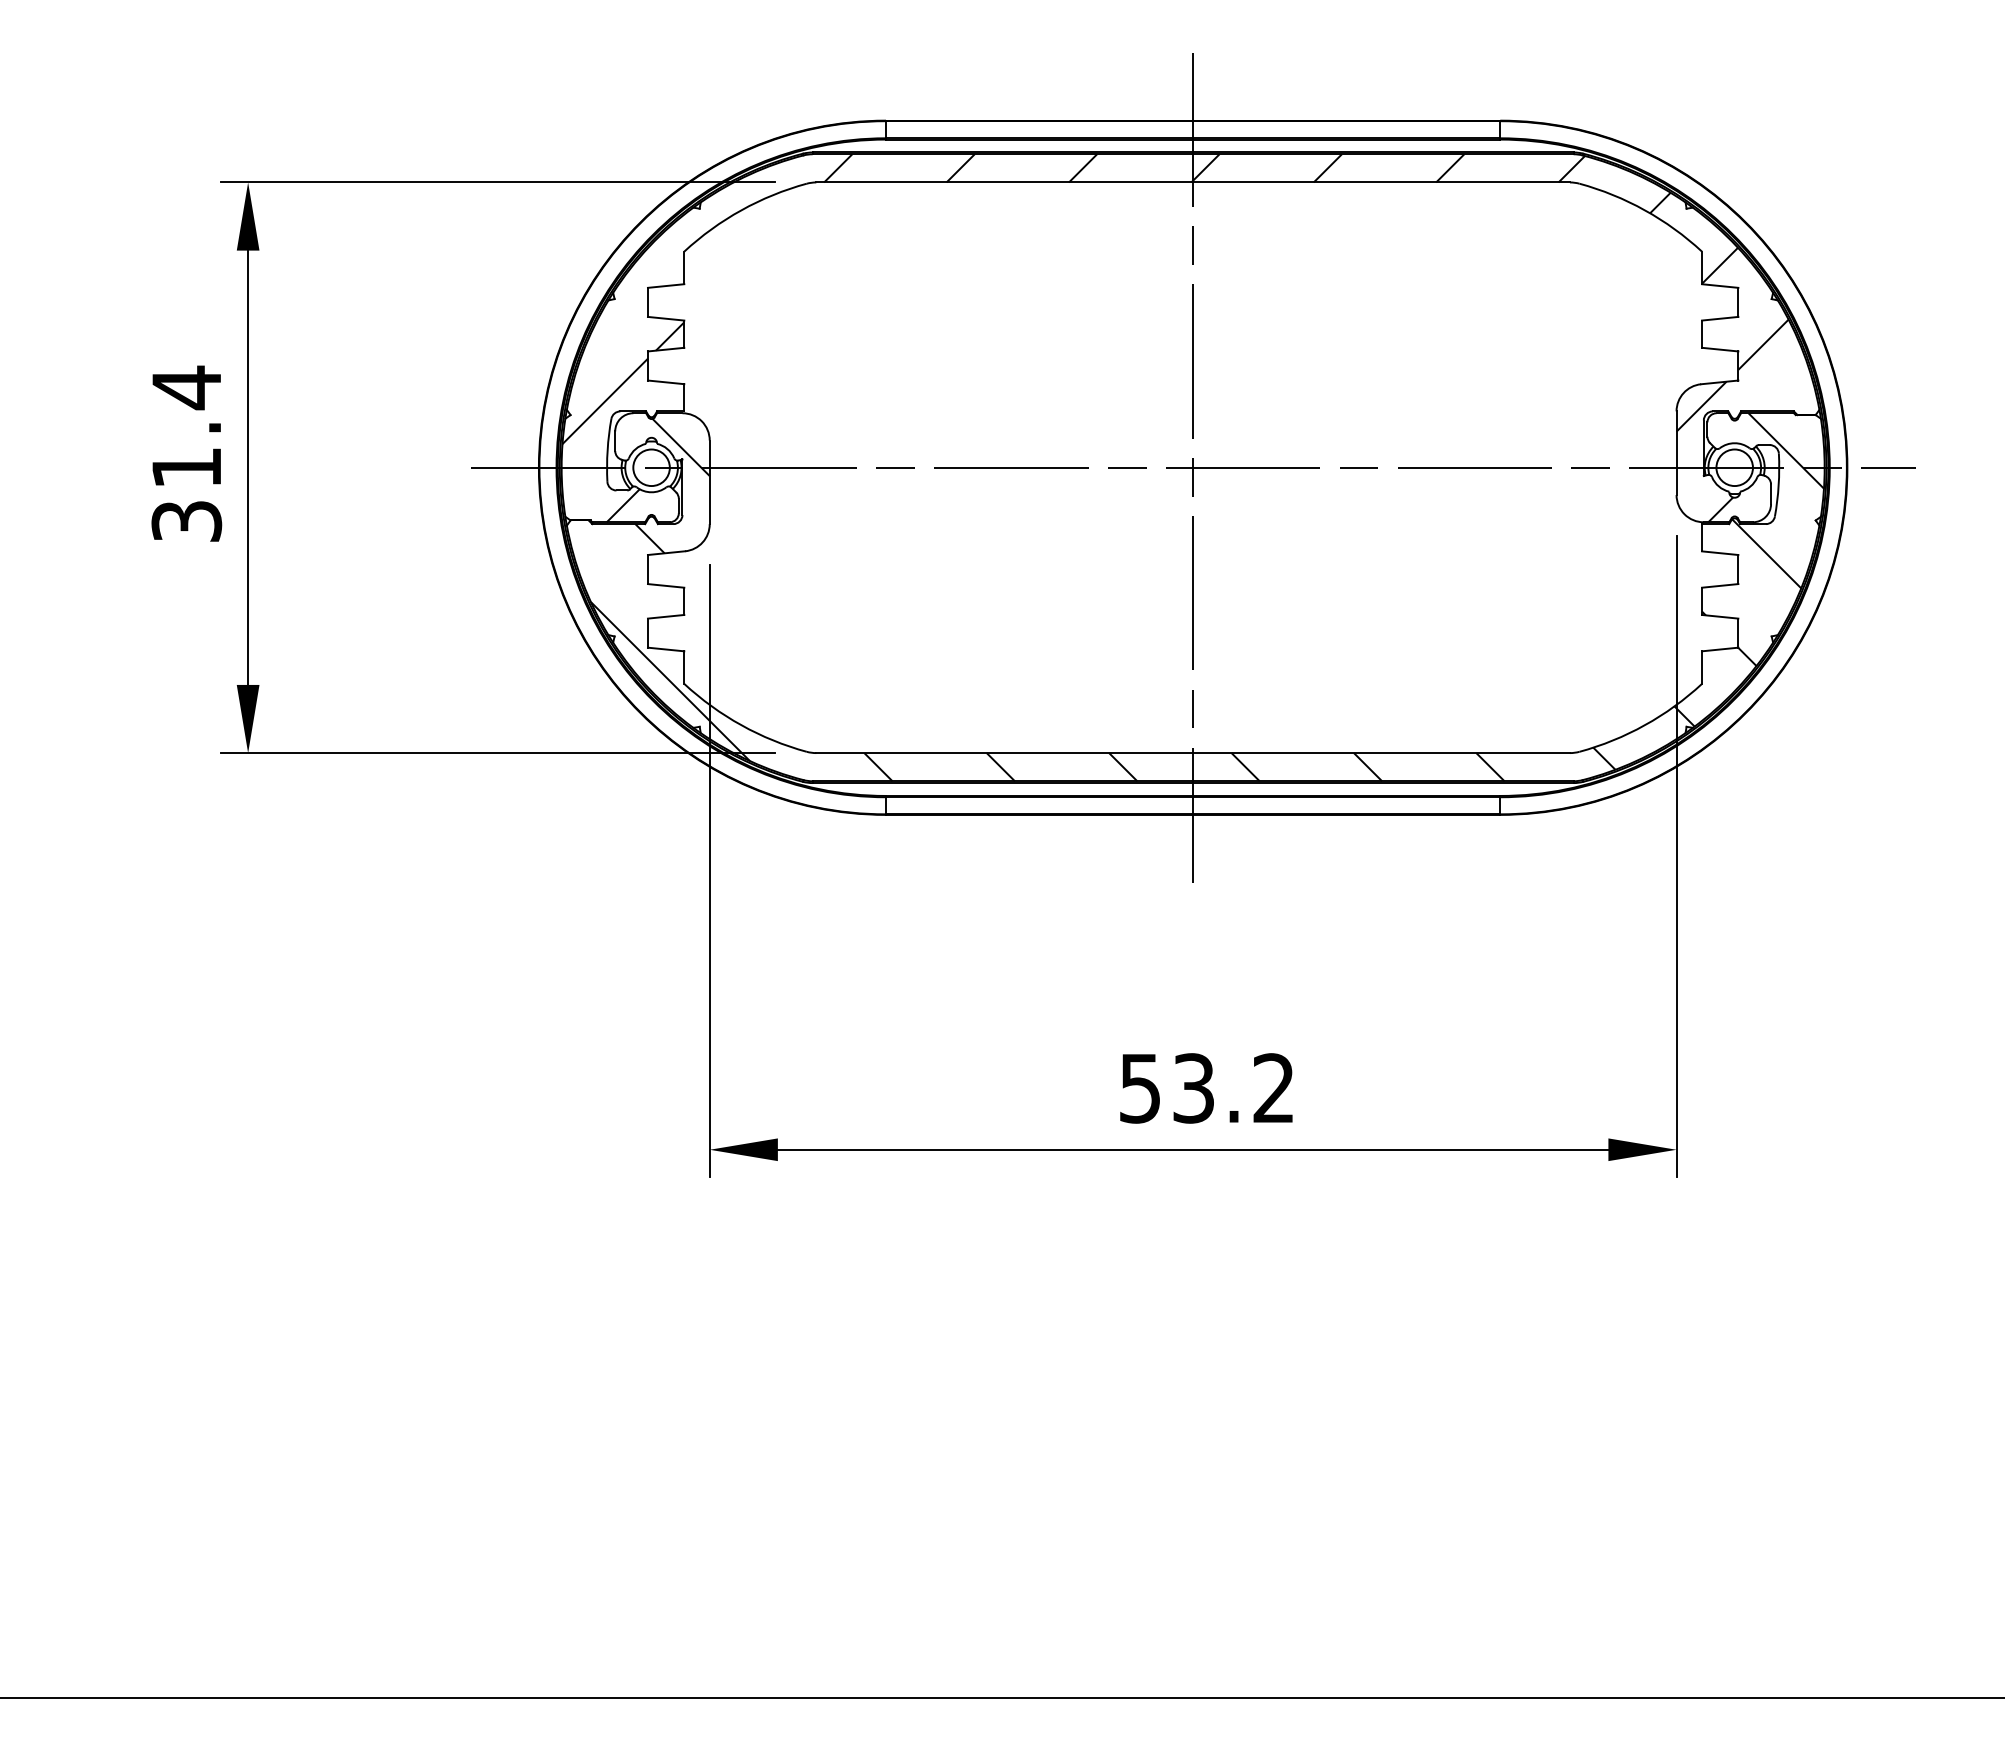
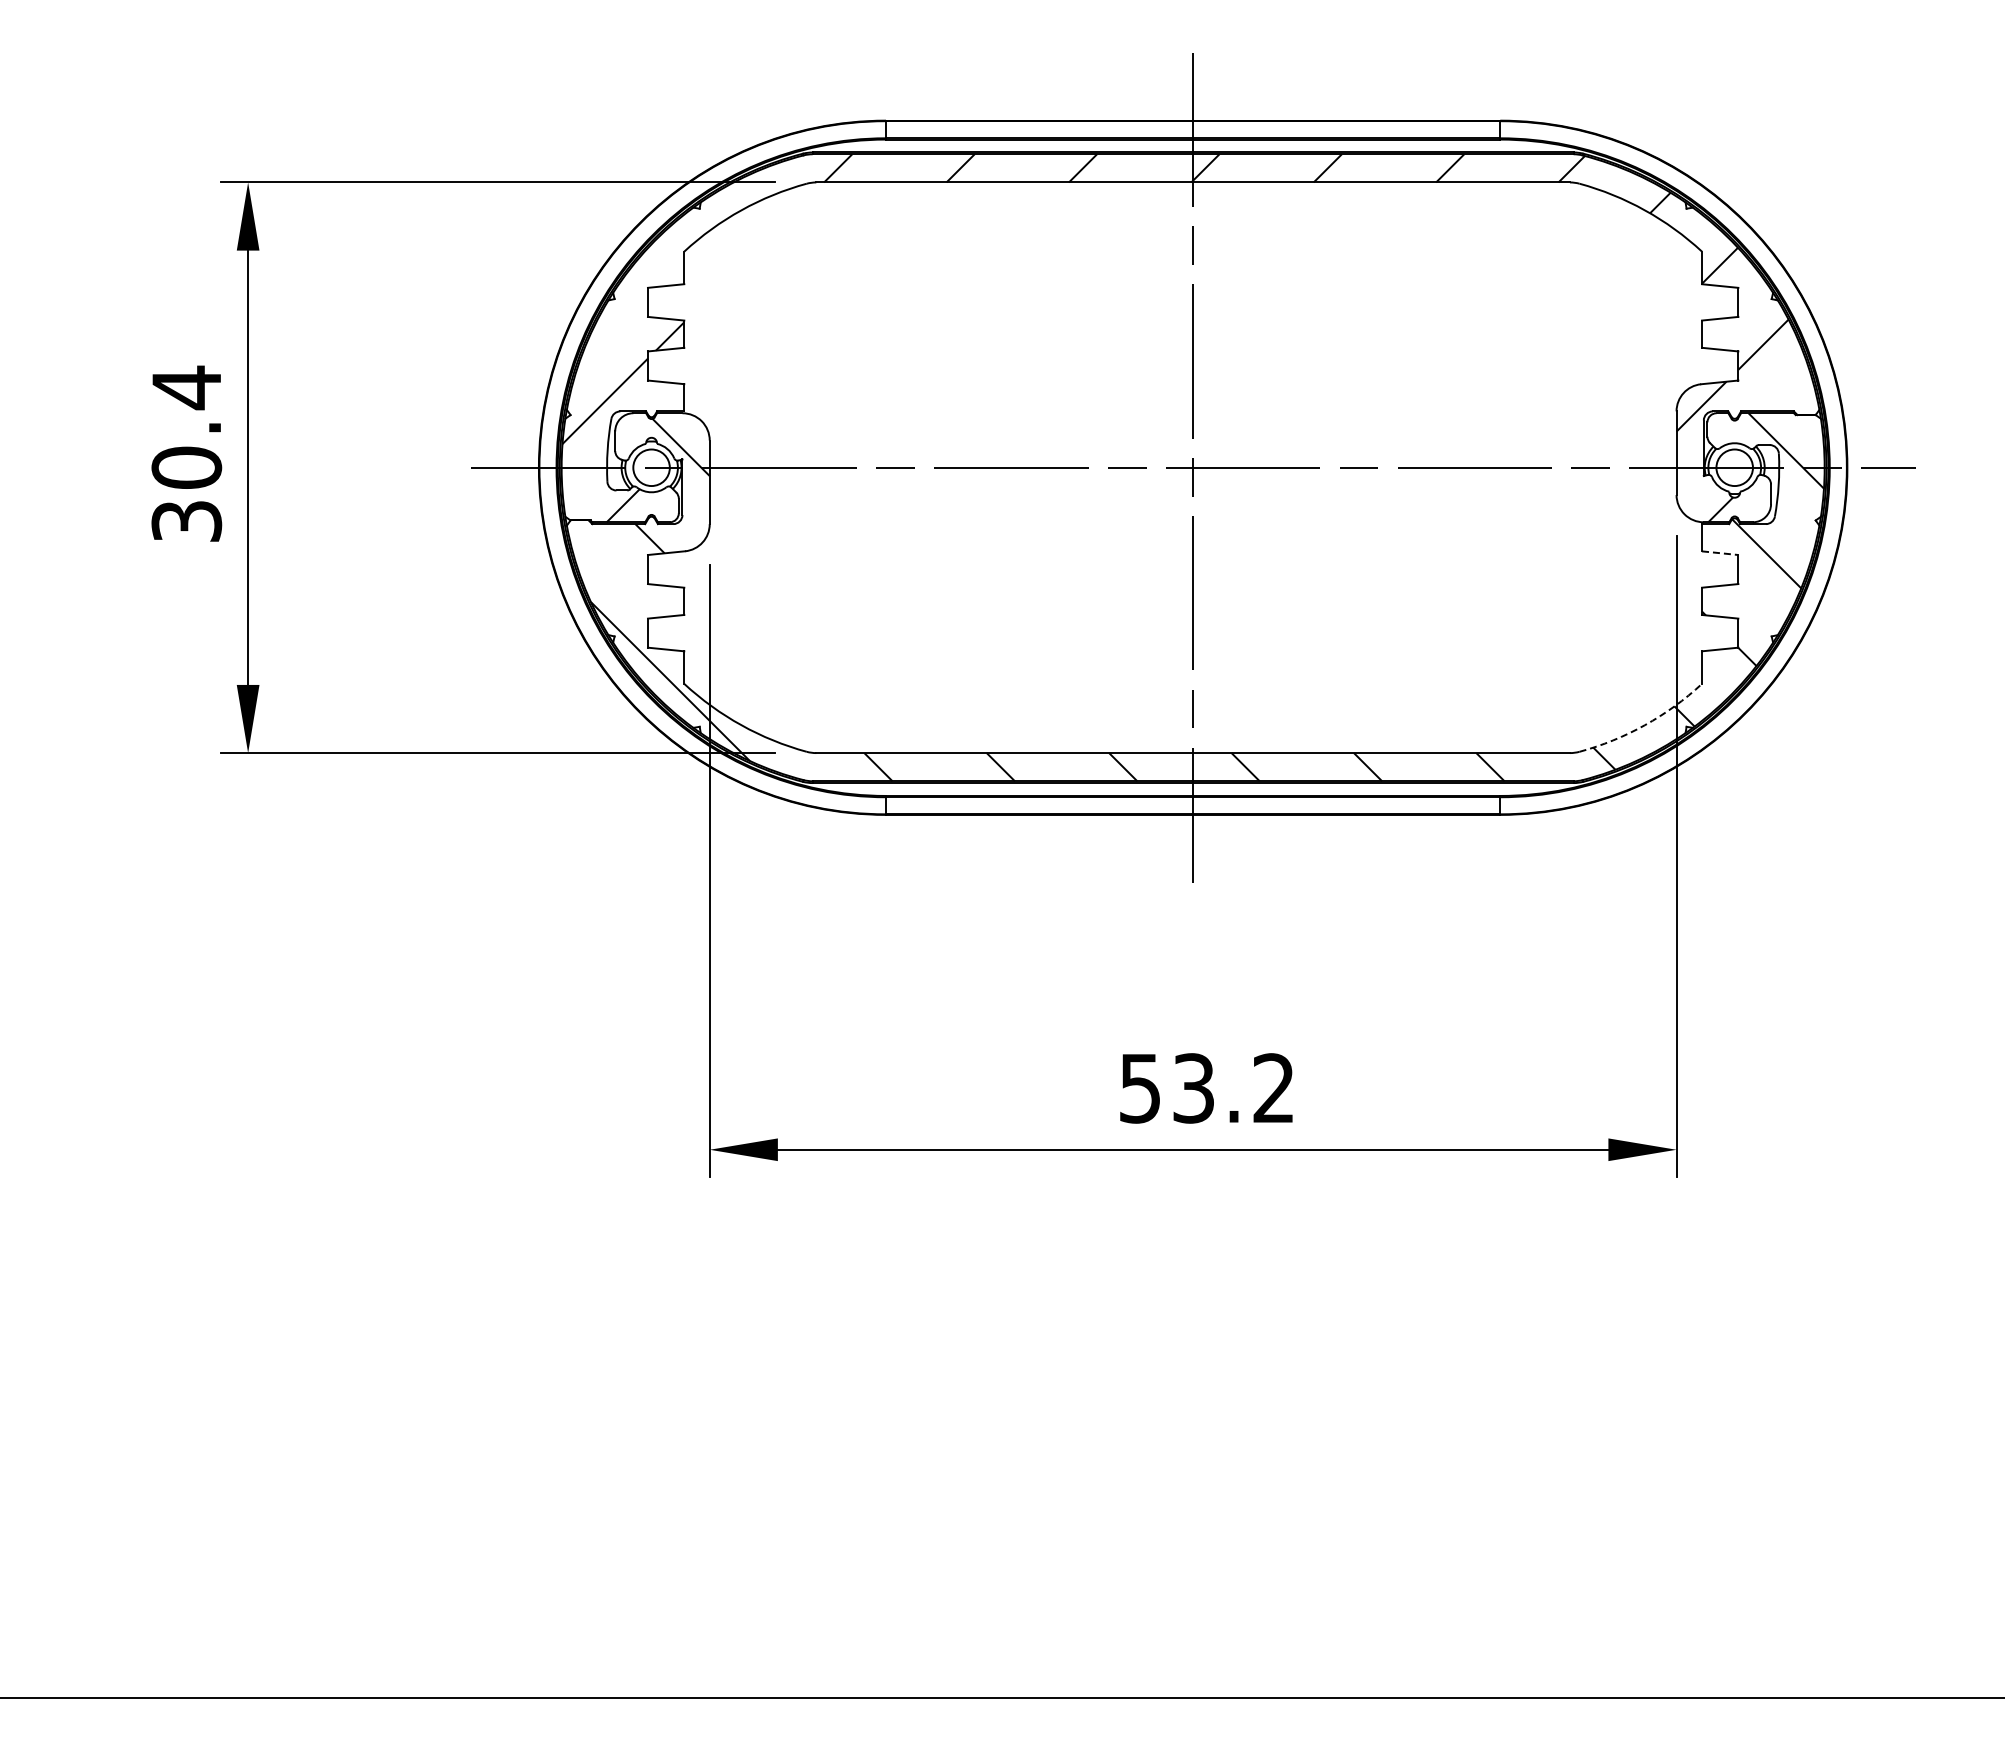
text at (186, 467): 31.4 -> 30.4
line at (1720, 553): solid -> dashed
arc at (1644, 725): solid -> dashed
